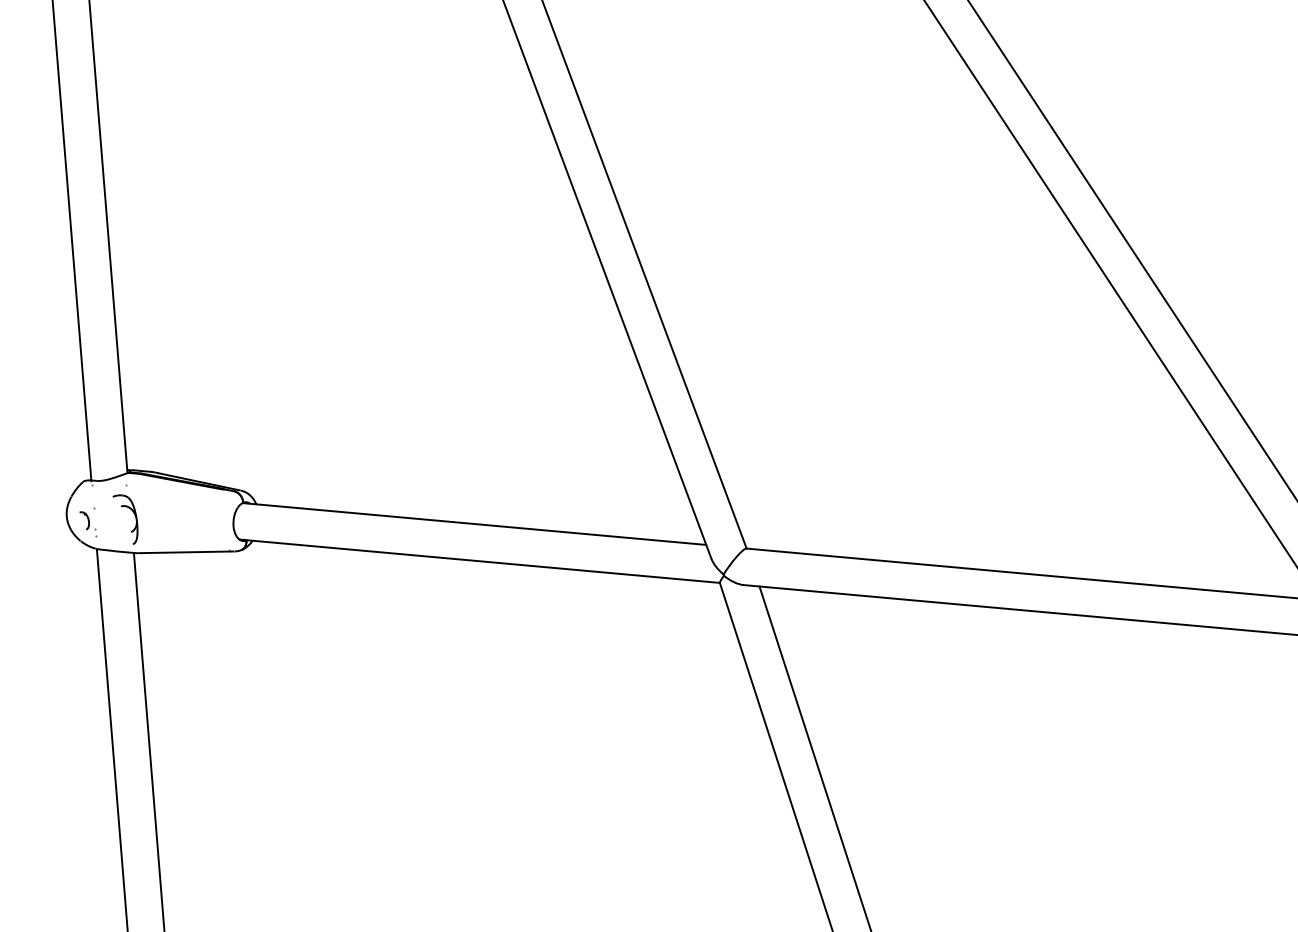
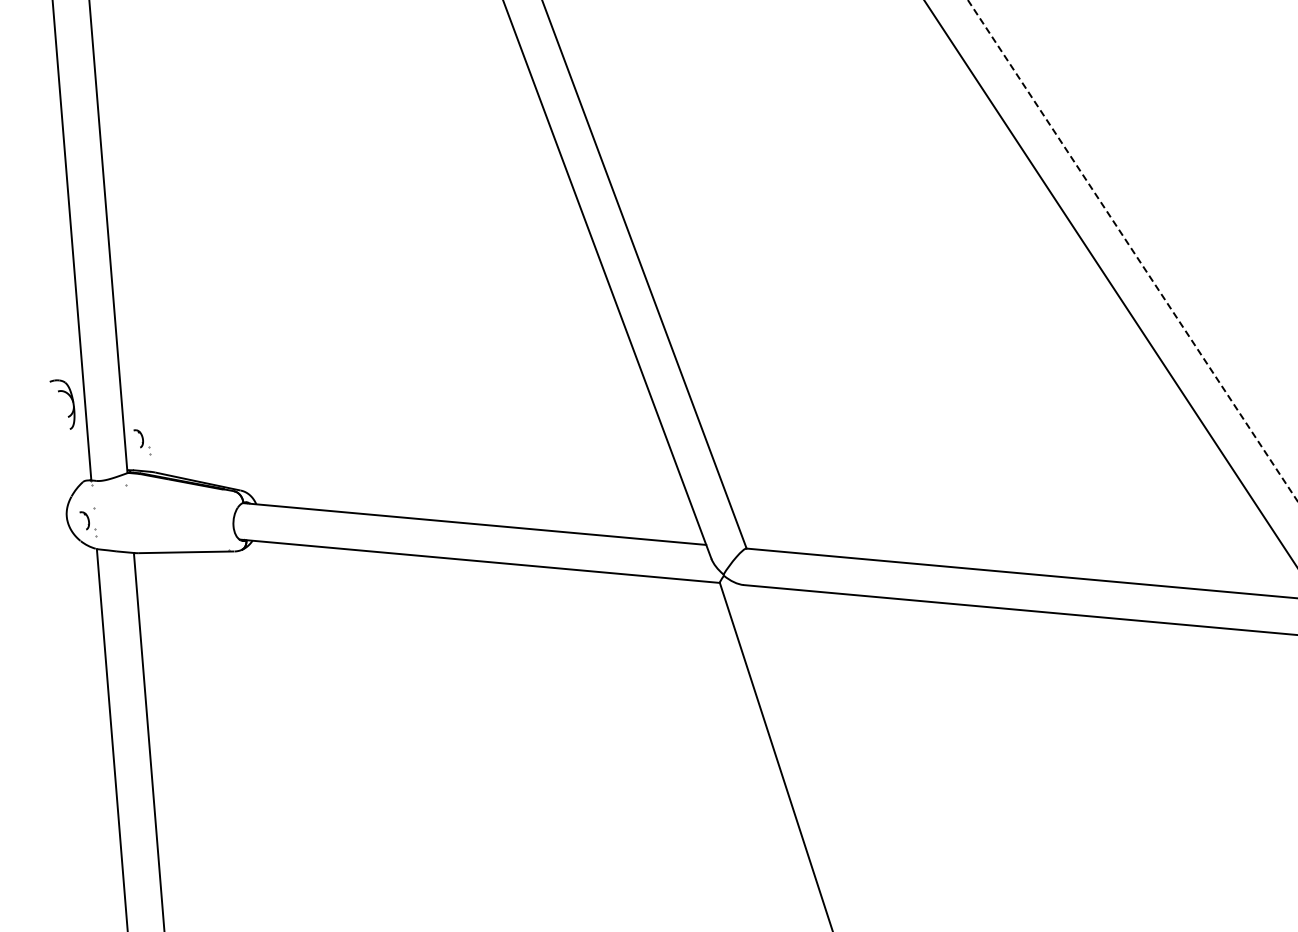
line at (1133, 251): solid -> dashed
part at (142, 442): none -> present
part at (134, 515) position: (134, 515) -> (71, 400)
line at (814, 757): present -> none
